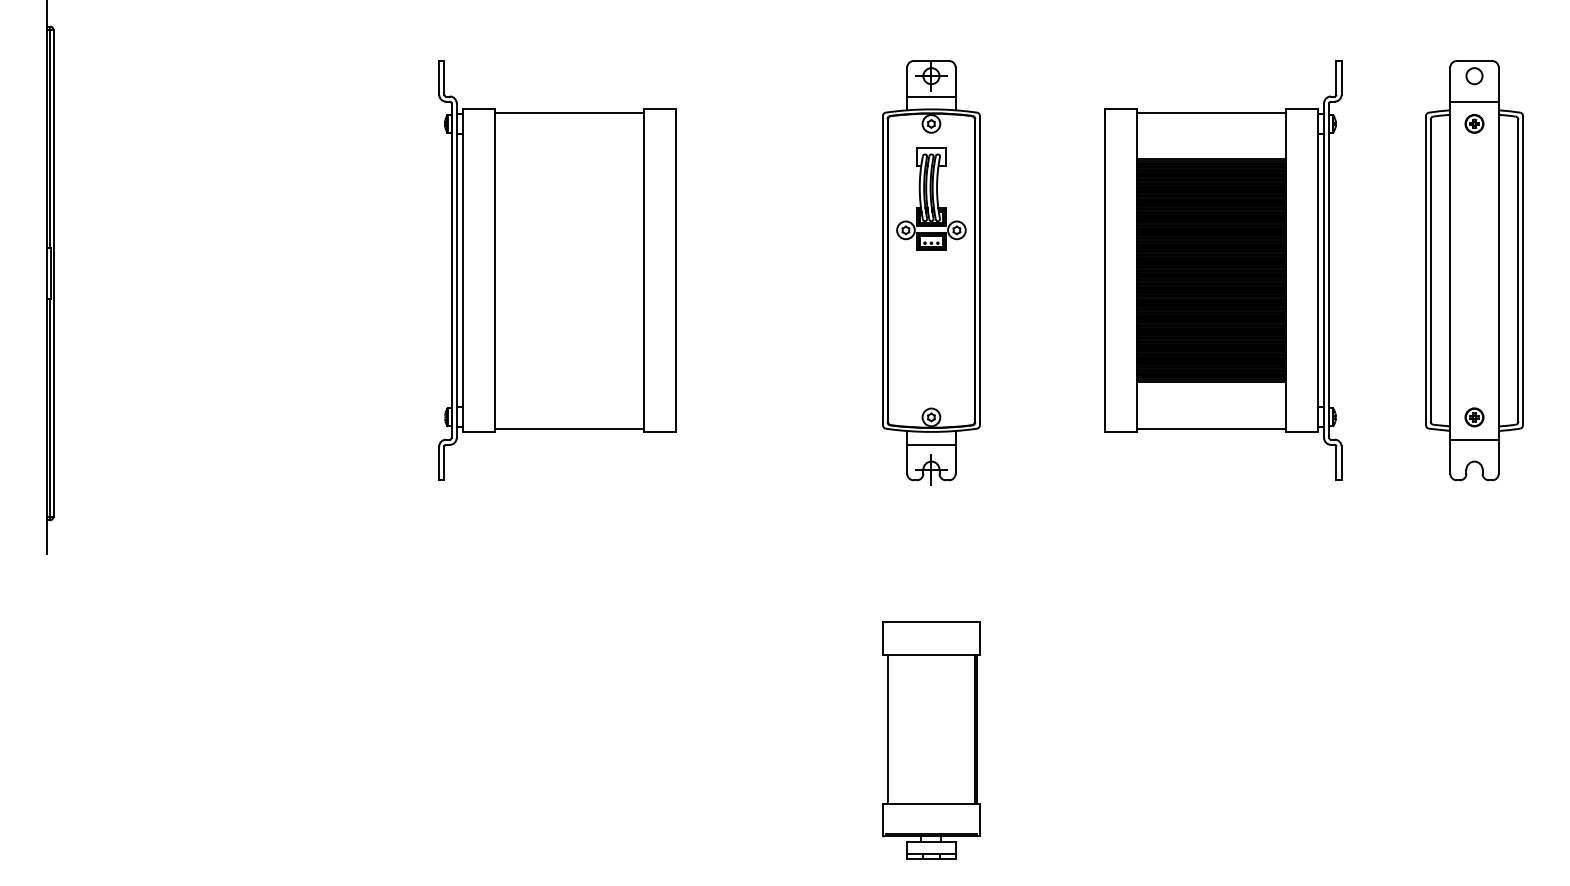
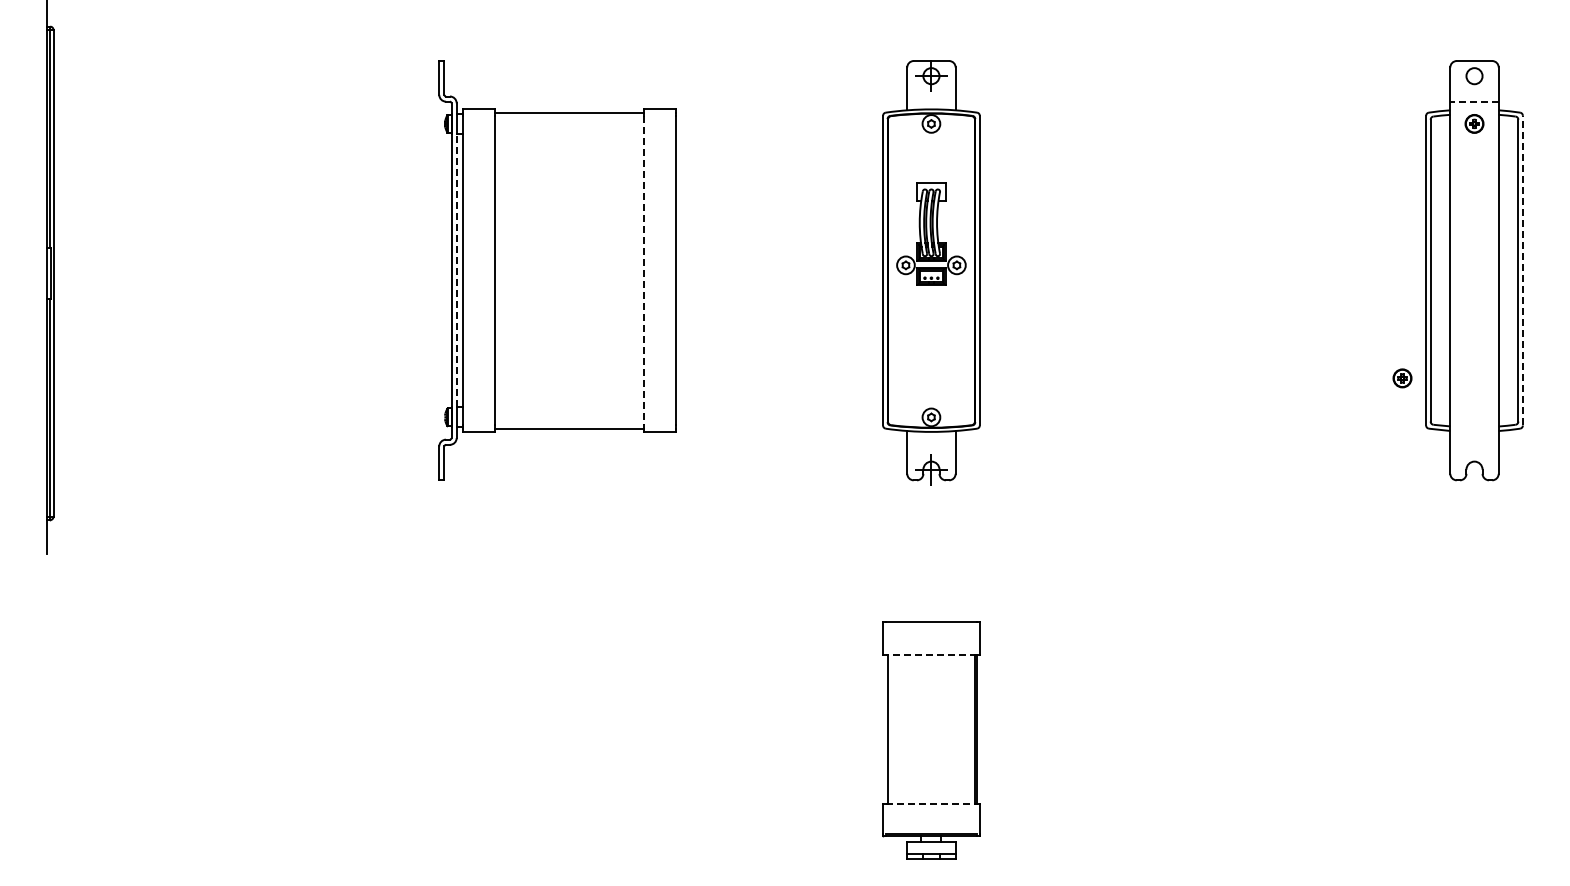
line at (931, 96): present -> none
line at (1474, 101): solid -> dashed
part at (931, 198) position: (931, 198) -> (931, 233)
line at (456, 270): solid -> dashed
line at (644, 270): solid -> dashed
part at (1223, 270): present -> none
line at (1522, 270): solid -> dashed
part at (1474, 417) position: (1474, 417) -> (1402, 378)
line at (1474, 439): present -> none
line at (931, 444): present -> none
line at (931, 654): solid -> dashed
line at (931, 803): solid -> dashed
